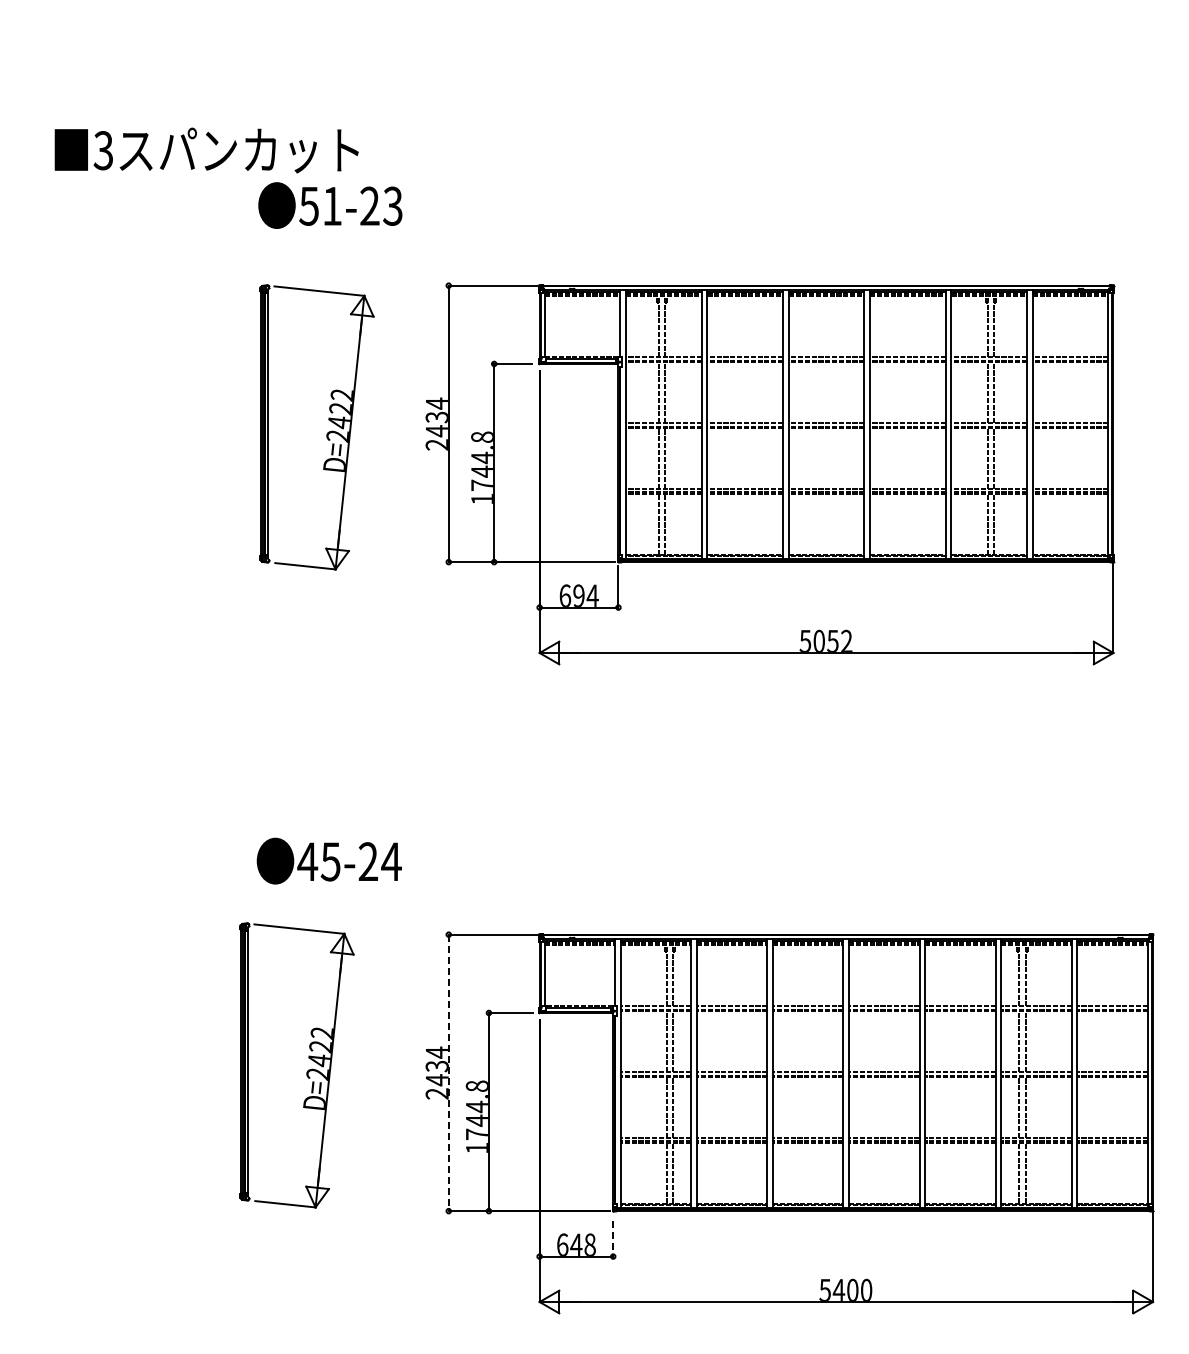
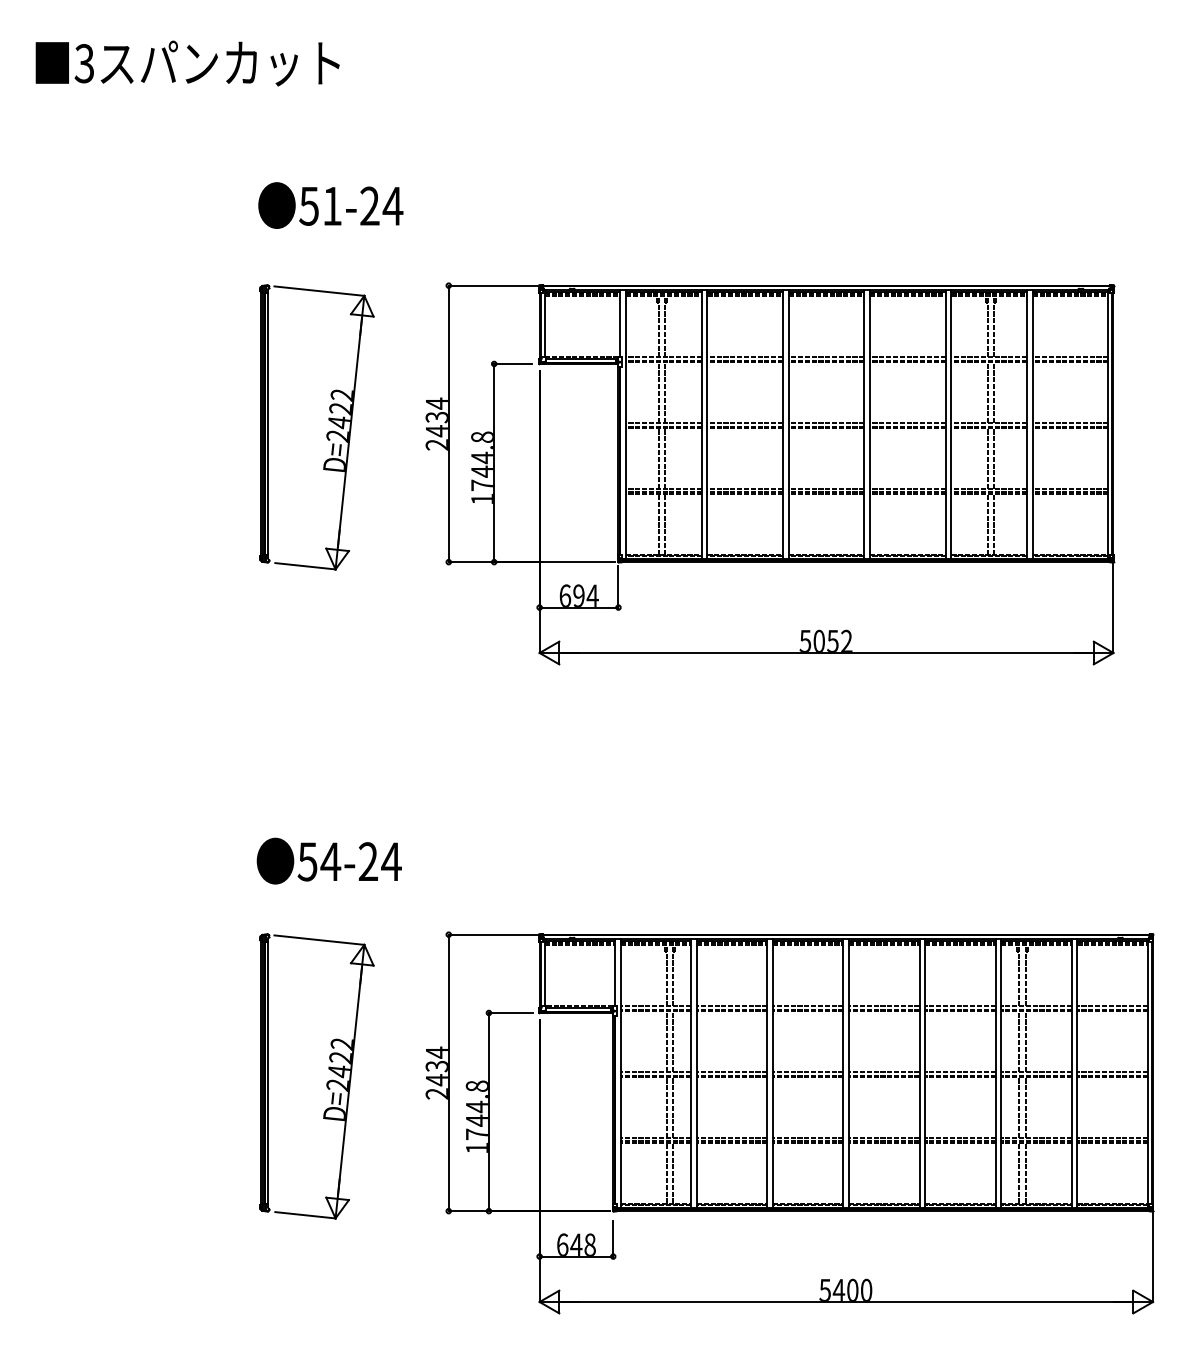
text at (206, 150) position: (206, 150) -> (187, 63)
text at (392, 205): 51-23 -> 51-24
text at (319, 861): 45-24 -> 54-24
part at (307, 1070) position: (307, 1070) -> (327, 1081)
line at (448, 1073): dashed -> solid
line at (613, 1238): dashed -> solid
